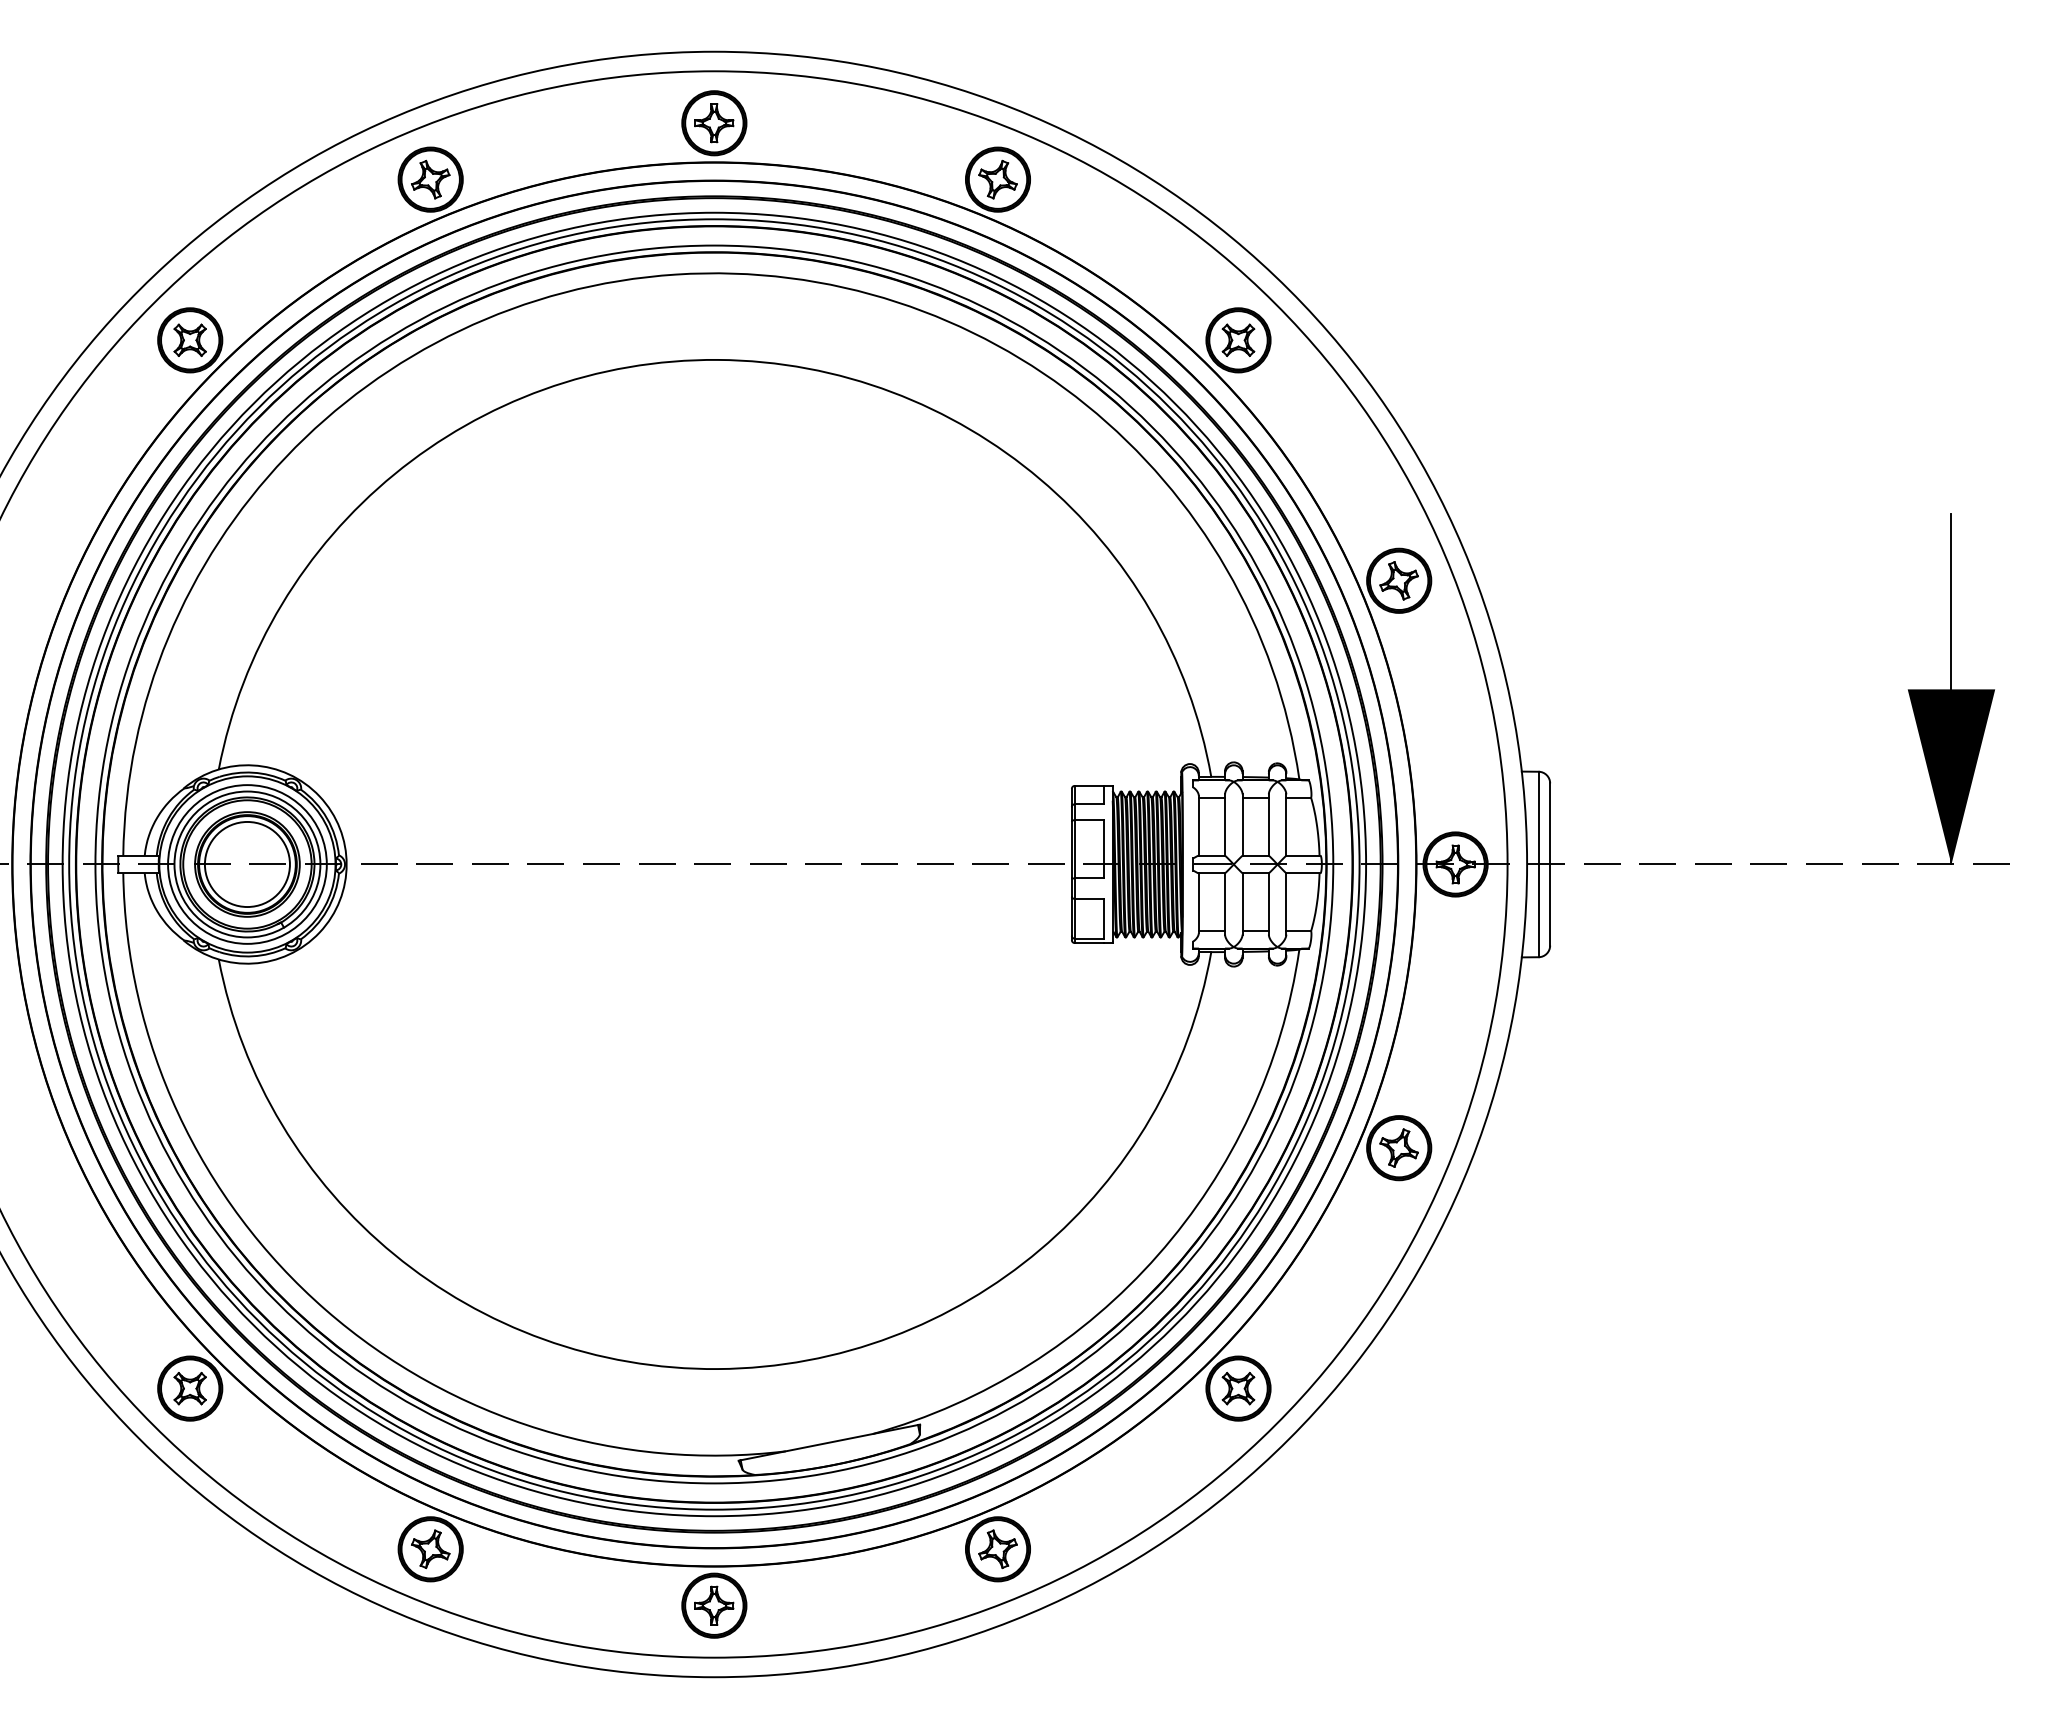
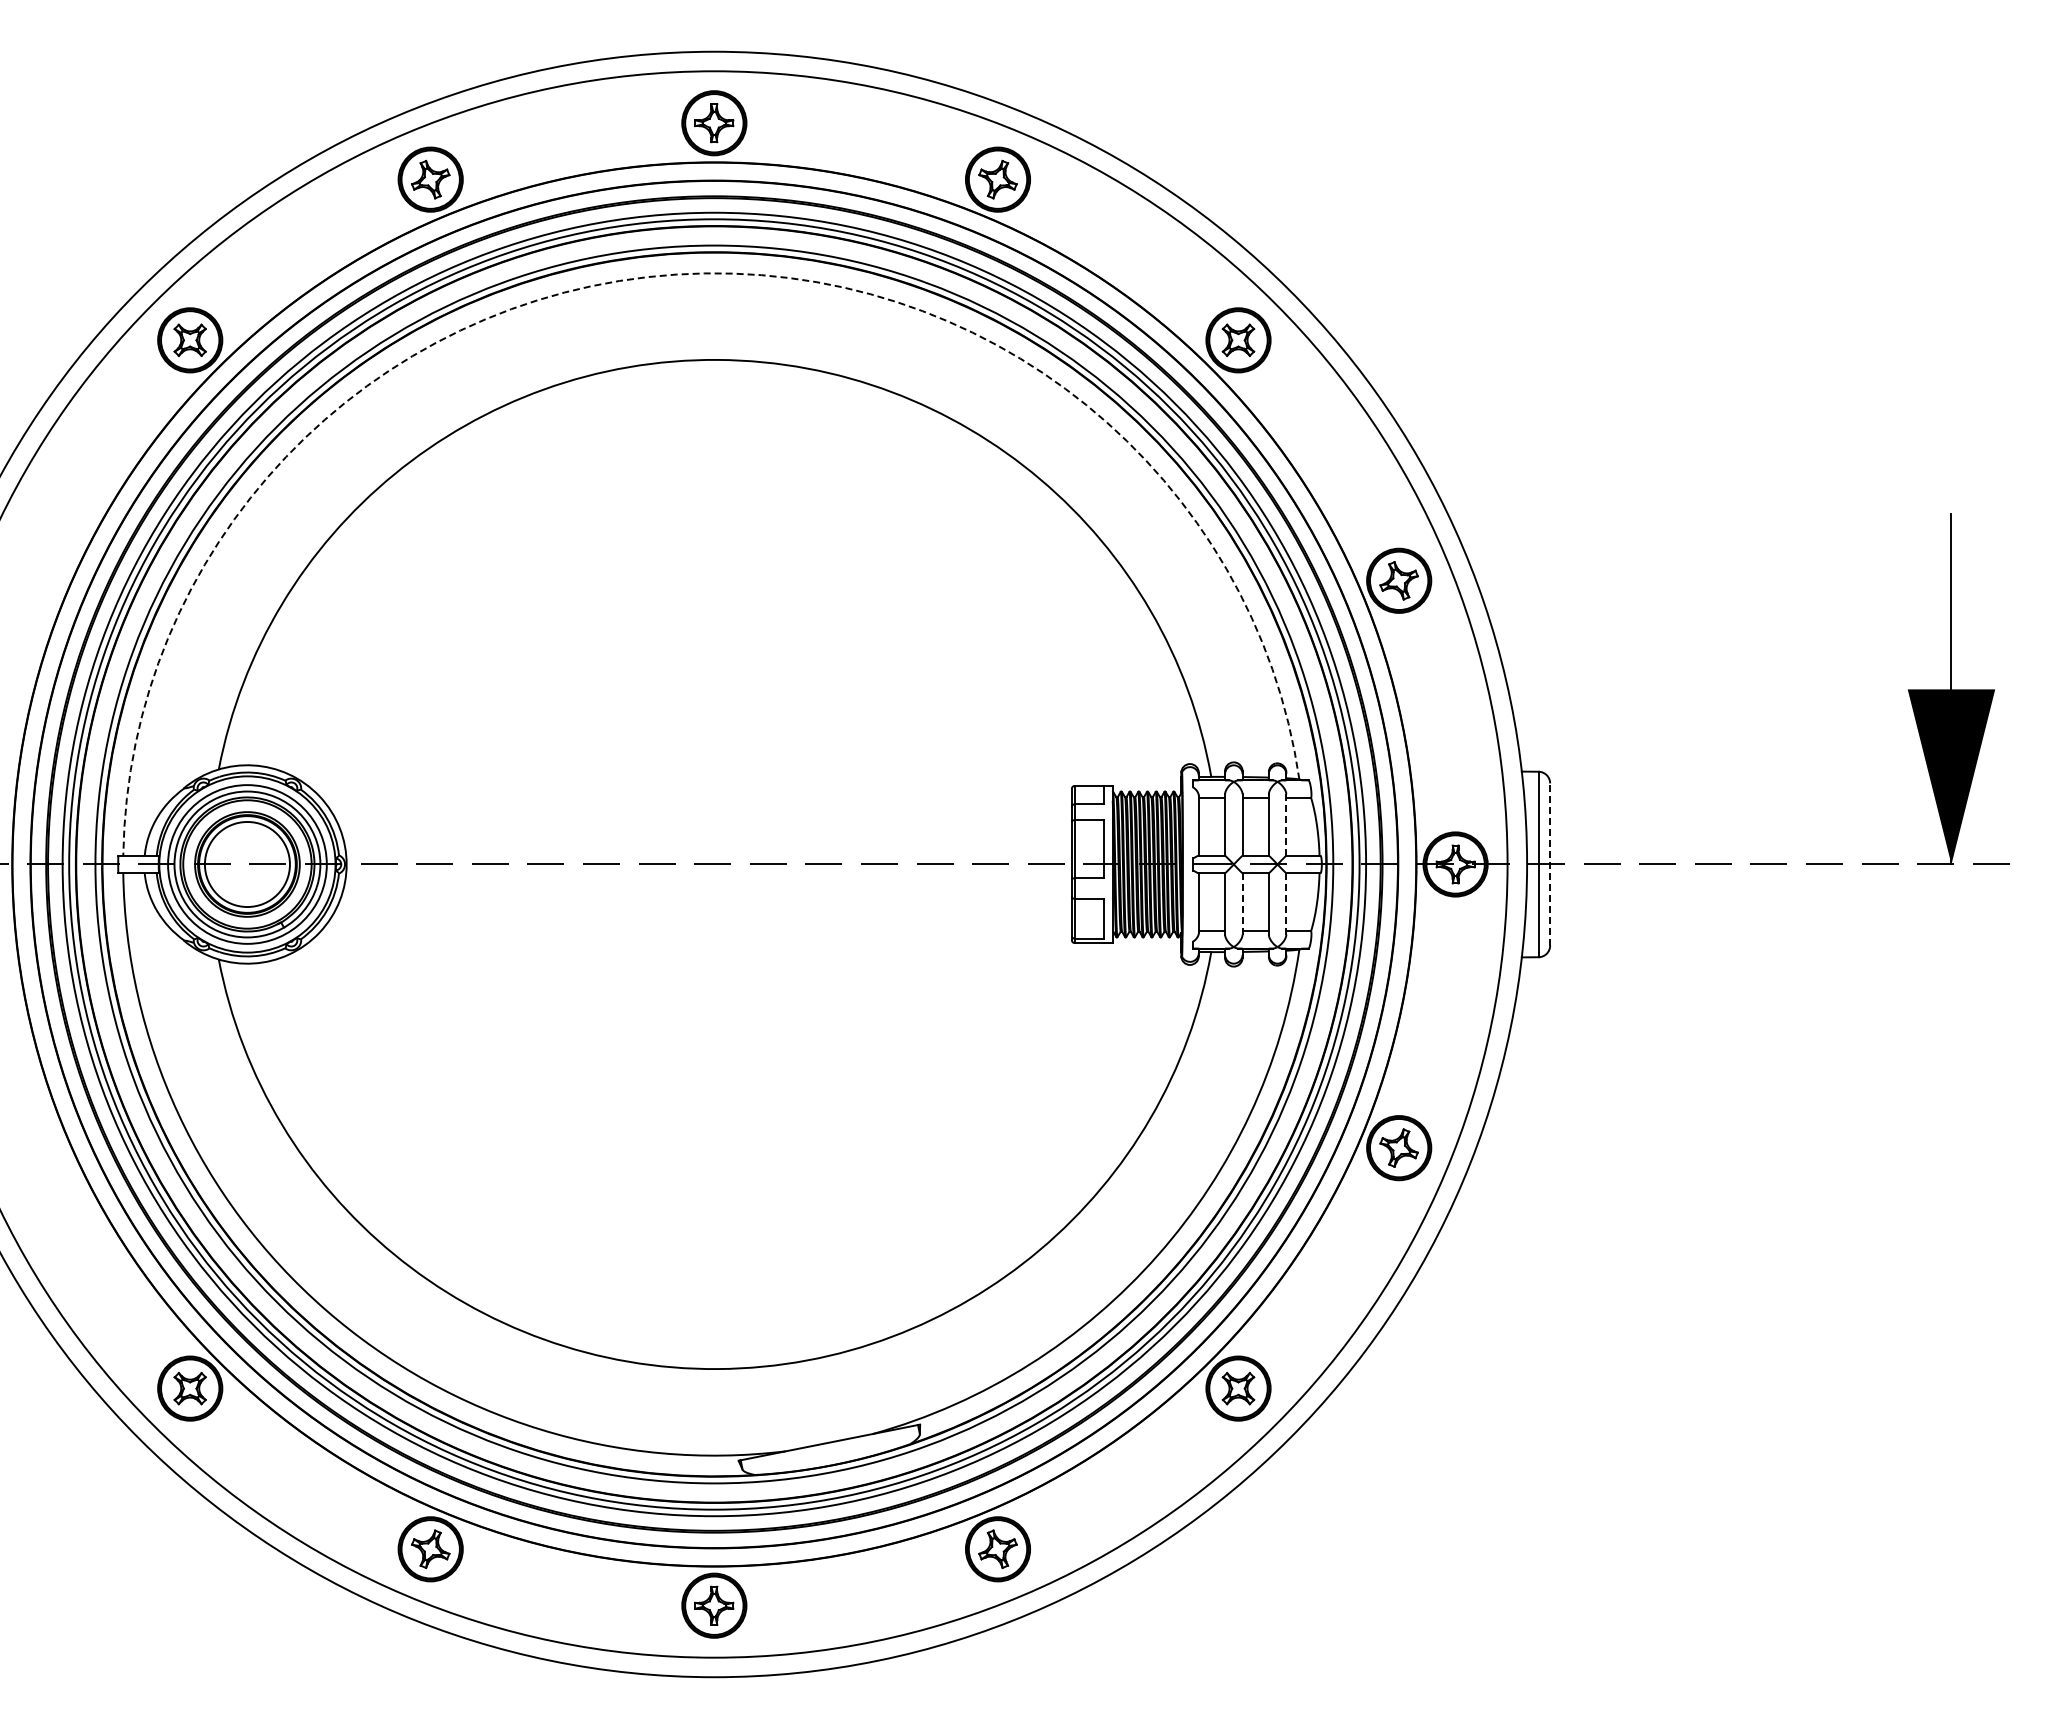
arc at (676, 274): solid -> dashed
line at (1286, 825): solid -> dashed
line at (1550, 864): solid -> dashed
line at (1242, 903): solid -> dashed
line at (1286, 903): solid -> dashed
